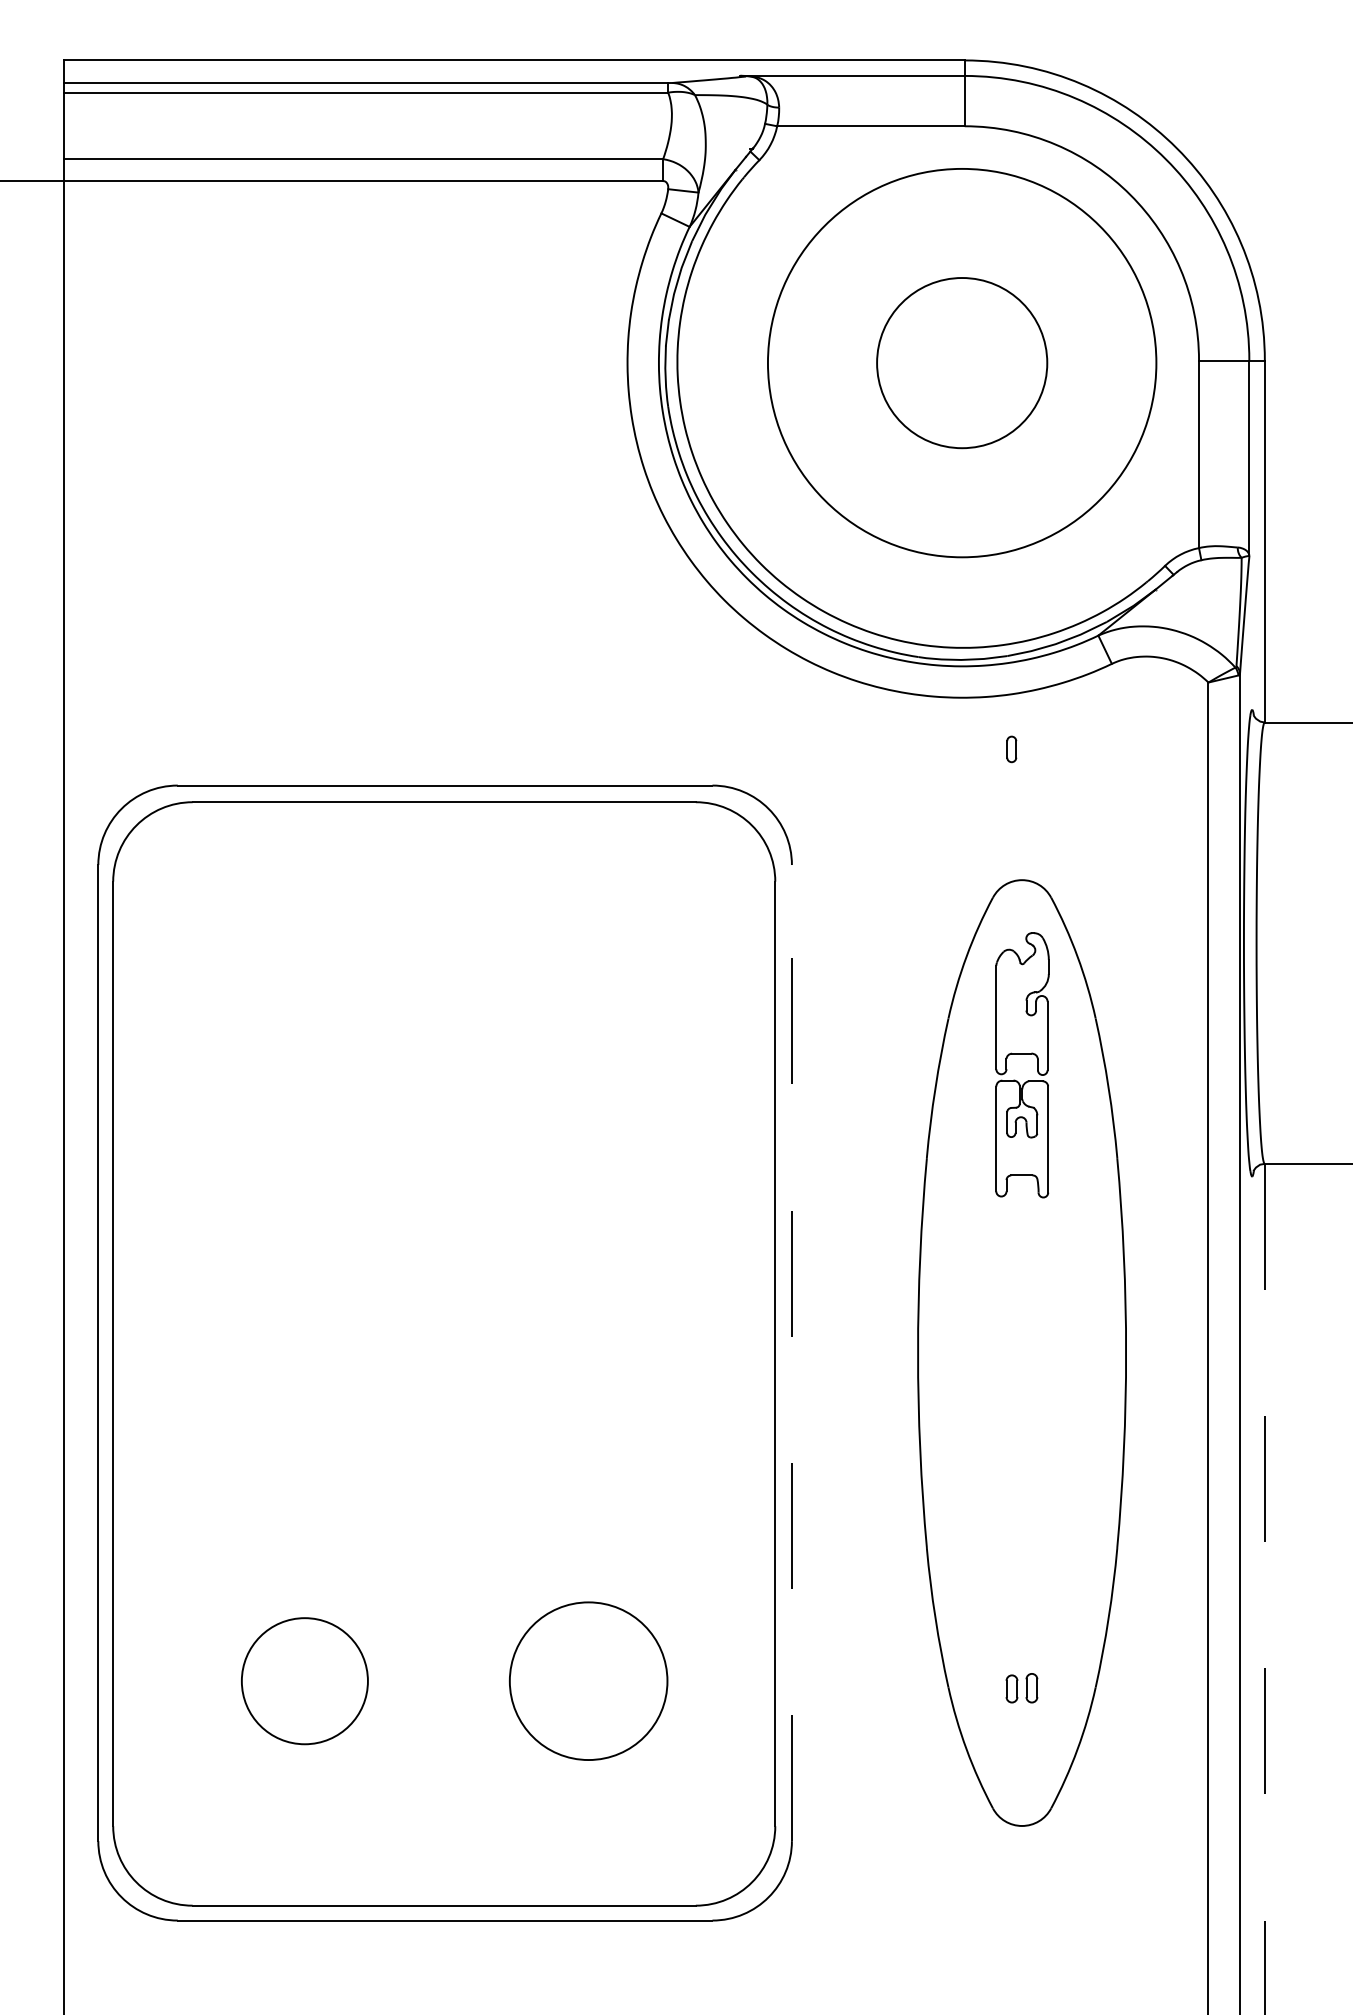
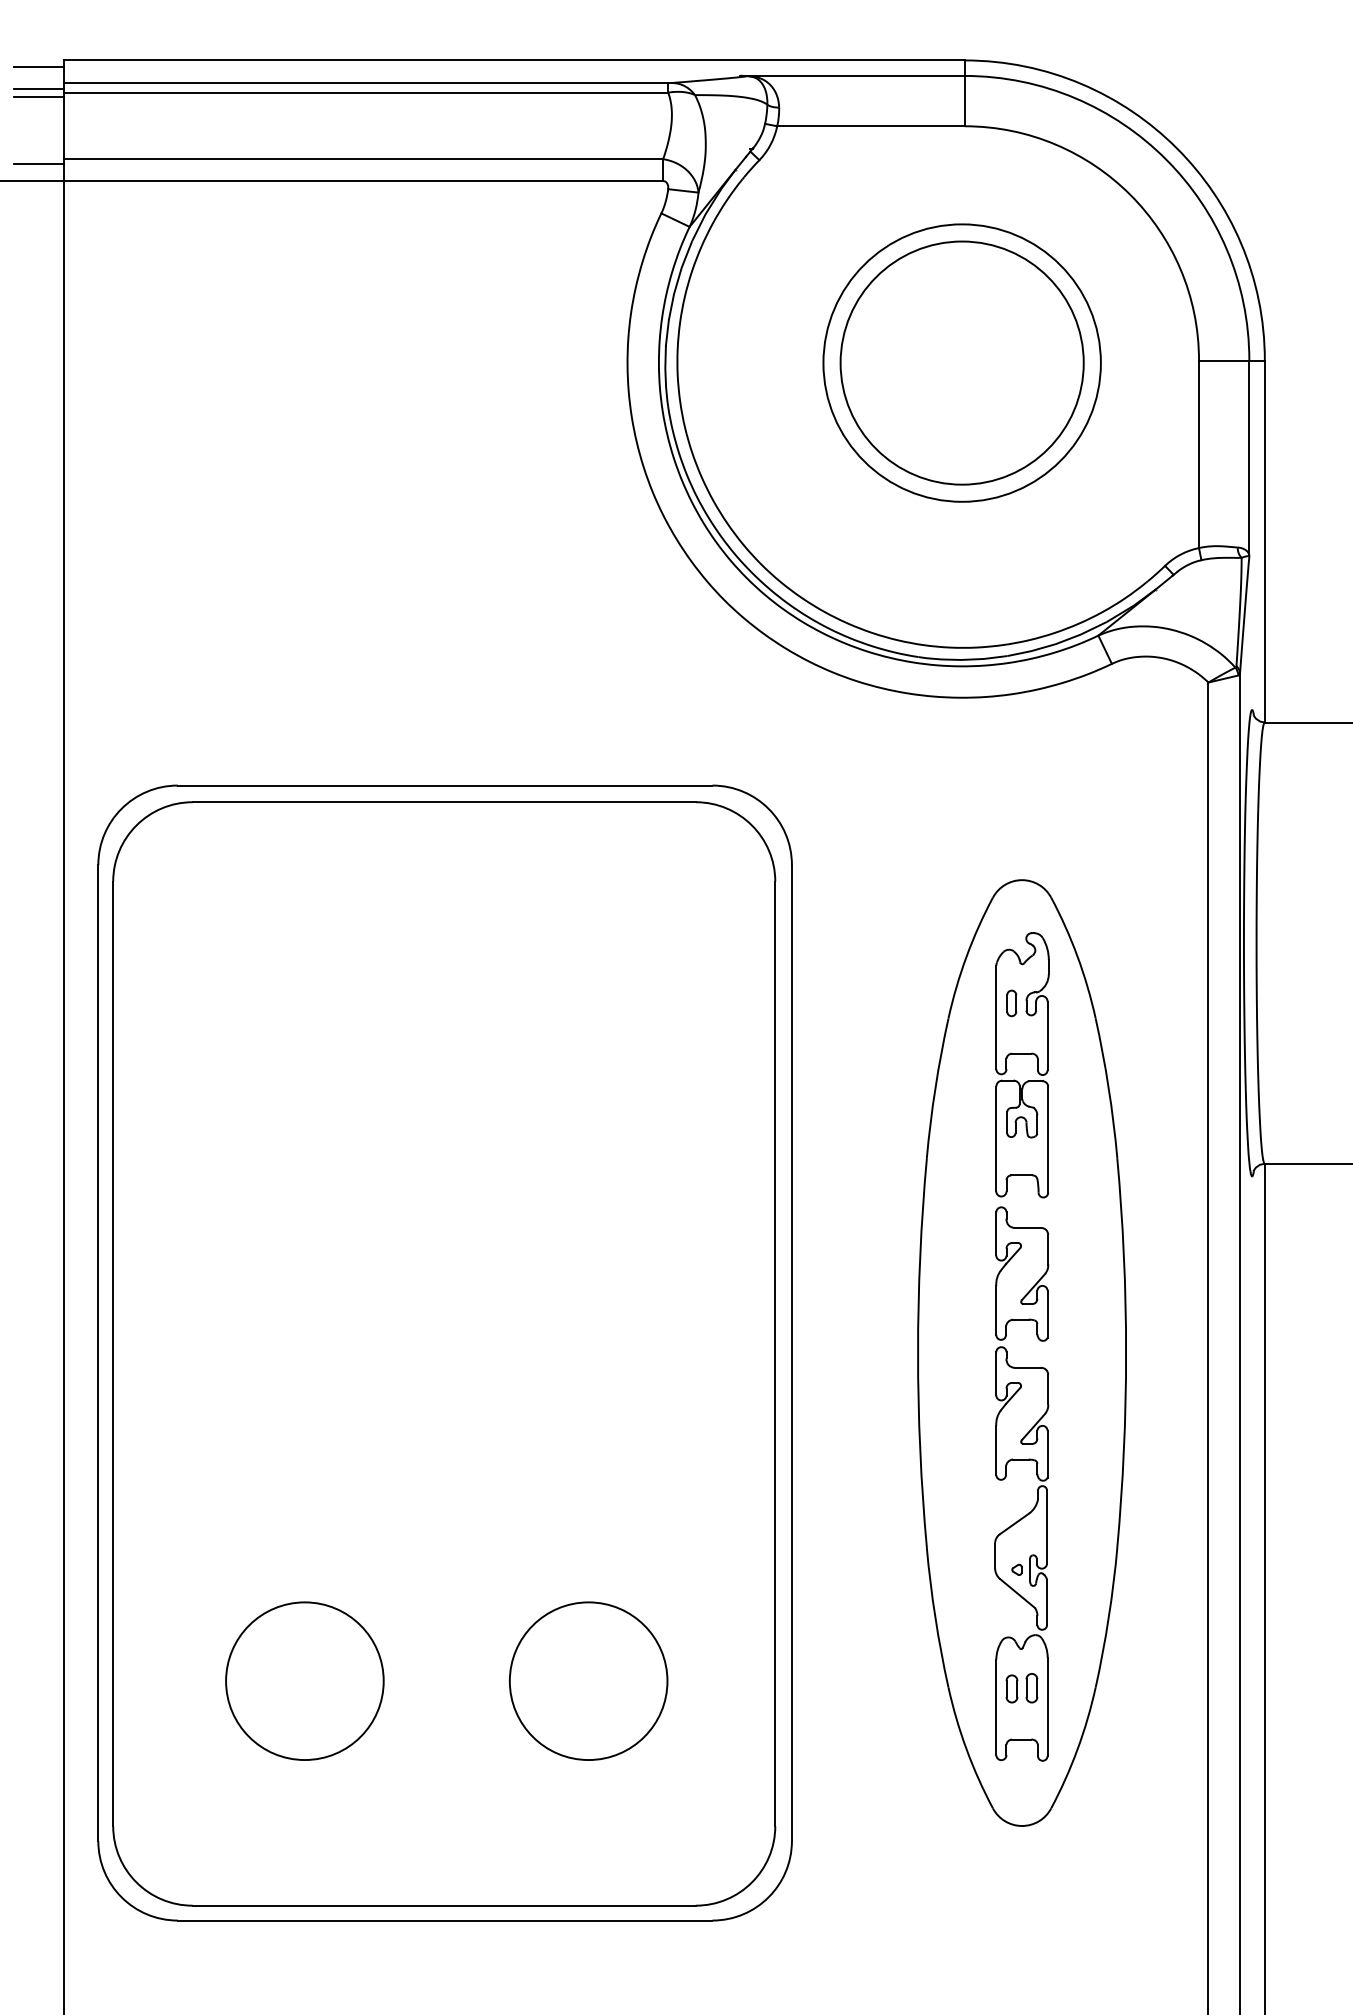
line at (38, 66): none -> present
line at (38, 89): none -> present
line at (38, 97): none -> present
line at (38, 163): none -> present
circle at (961, 362) diameter: 388 px -> 277 px
circle at (962, 363) diameter: 170 px -> 243 px
part at (1011, 749) position: (1011, 749) -> (1011, 1003)
line at (791, 1352): dashed -> solid
part at (1006, 1477): none -> present
line at (1264, 1589): dashed -> solid
circle at (304, 1681) diameter: 126 px -> 158 px
